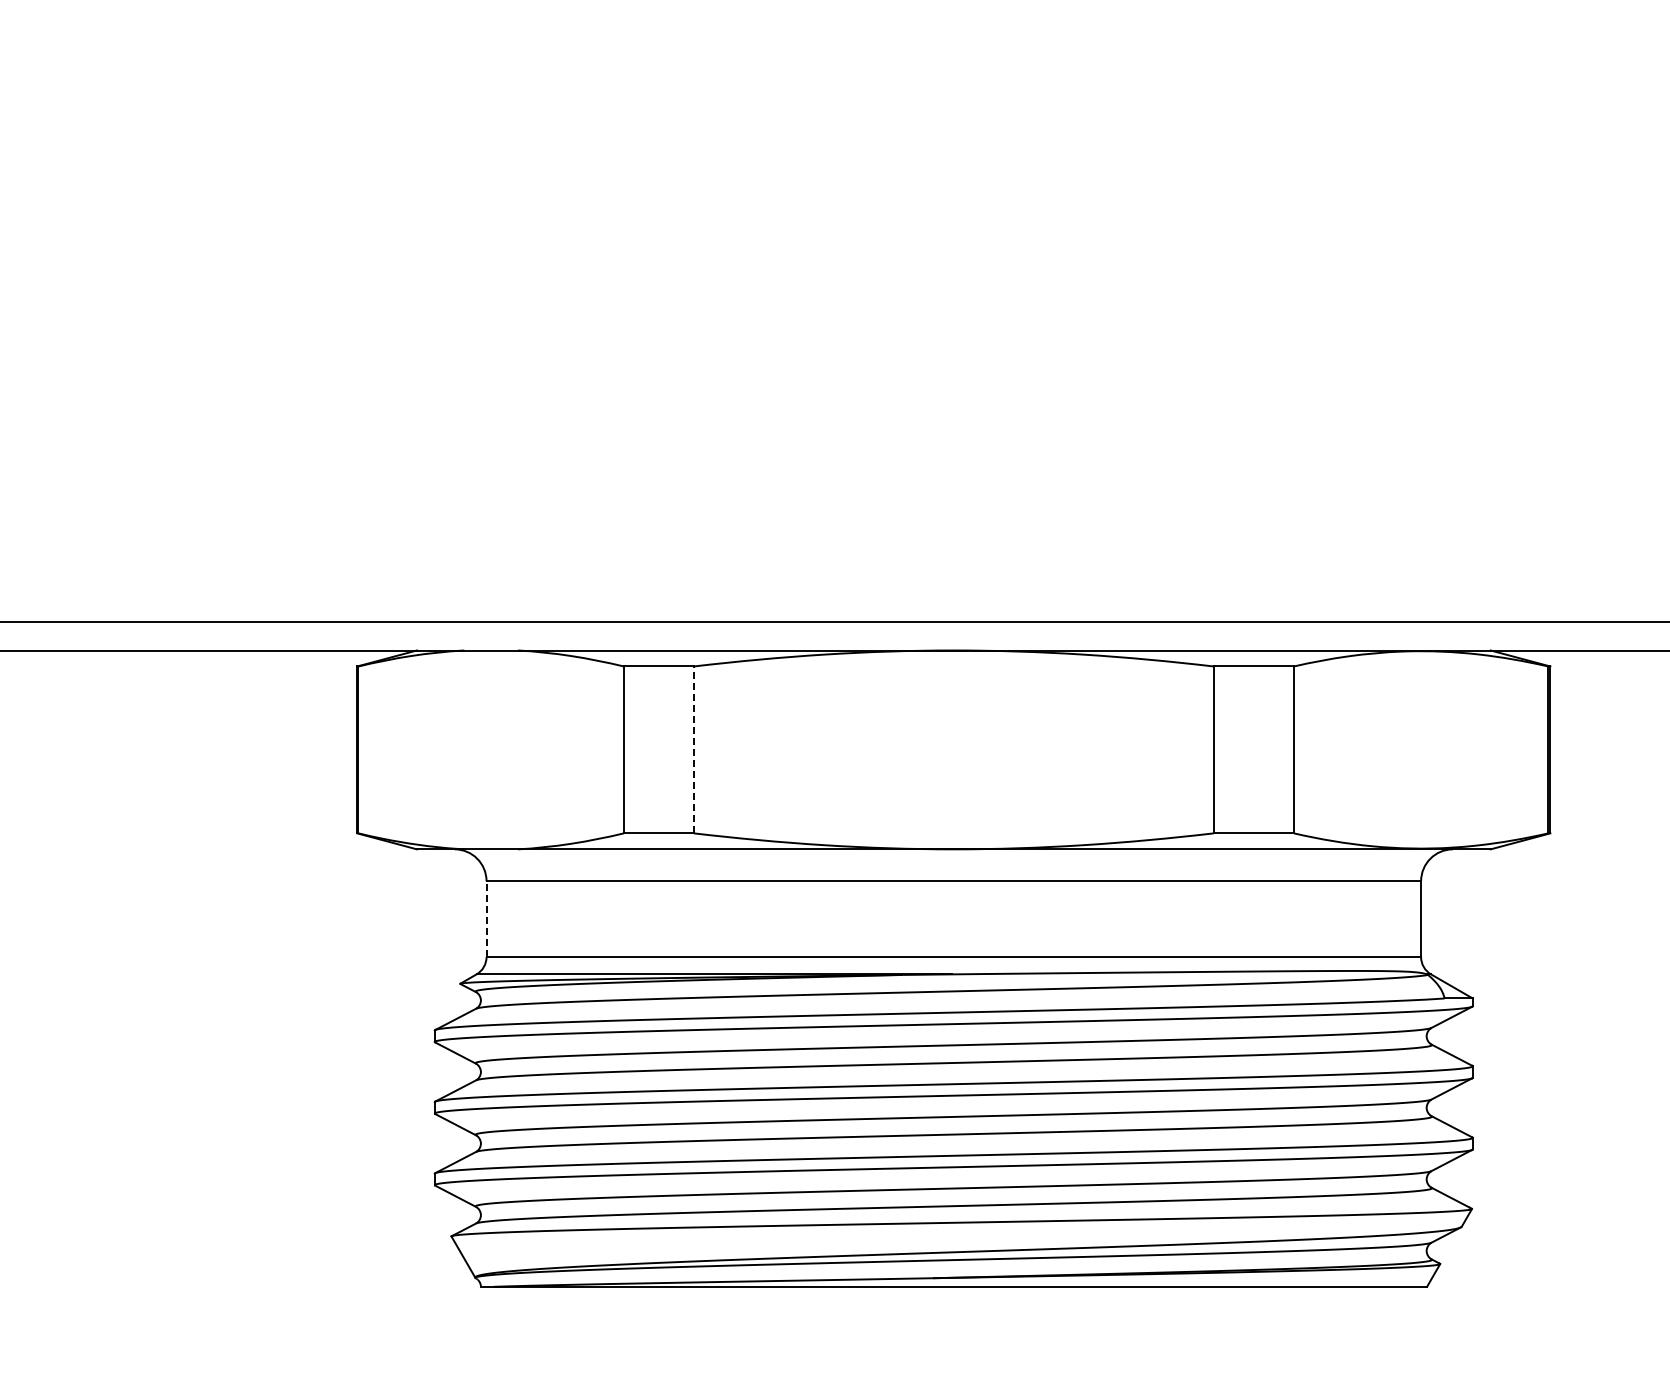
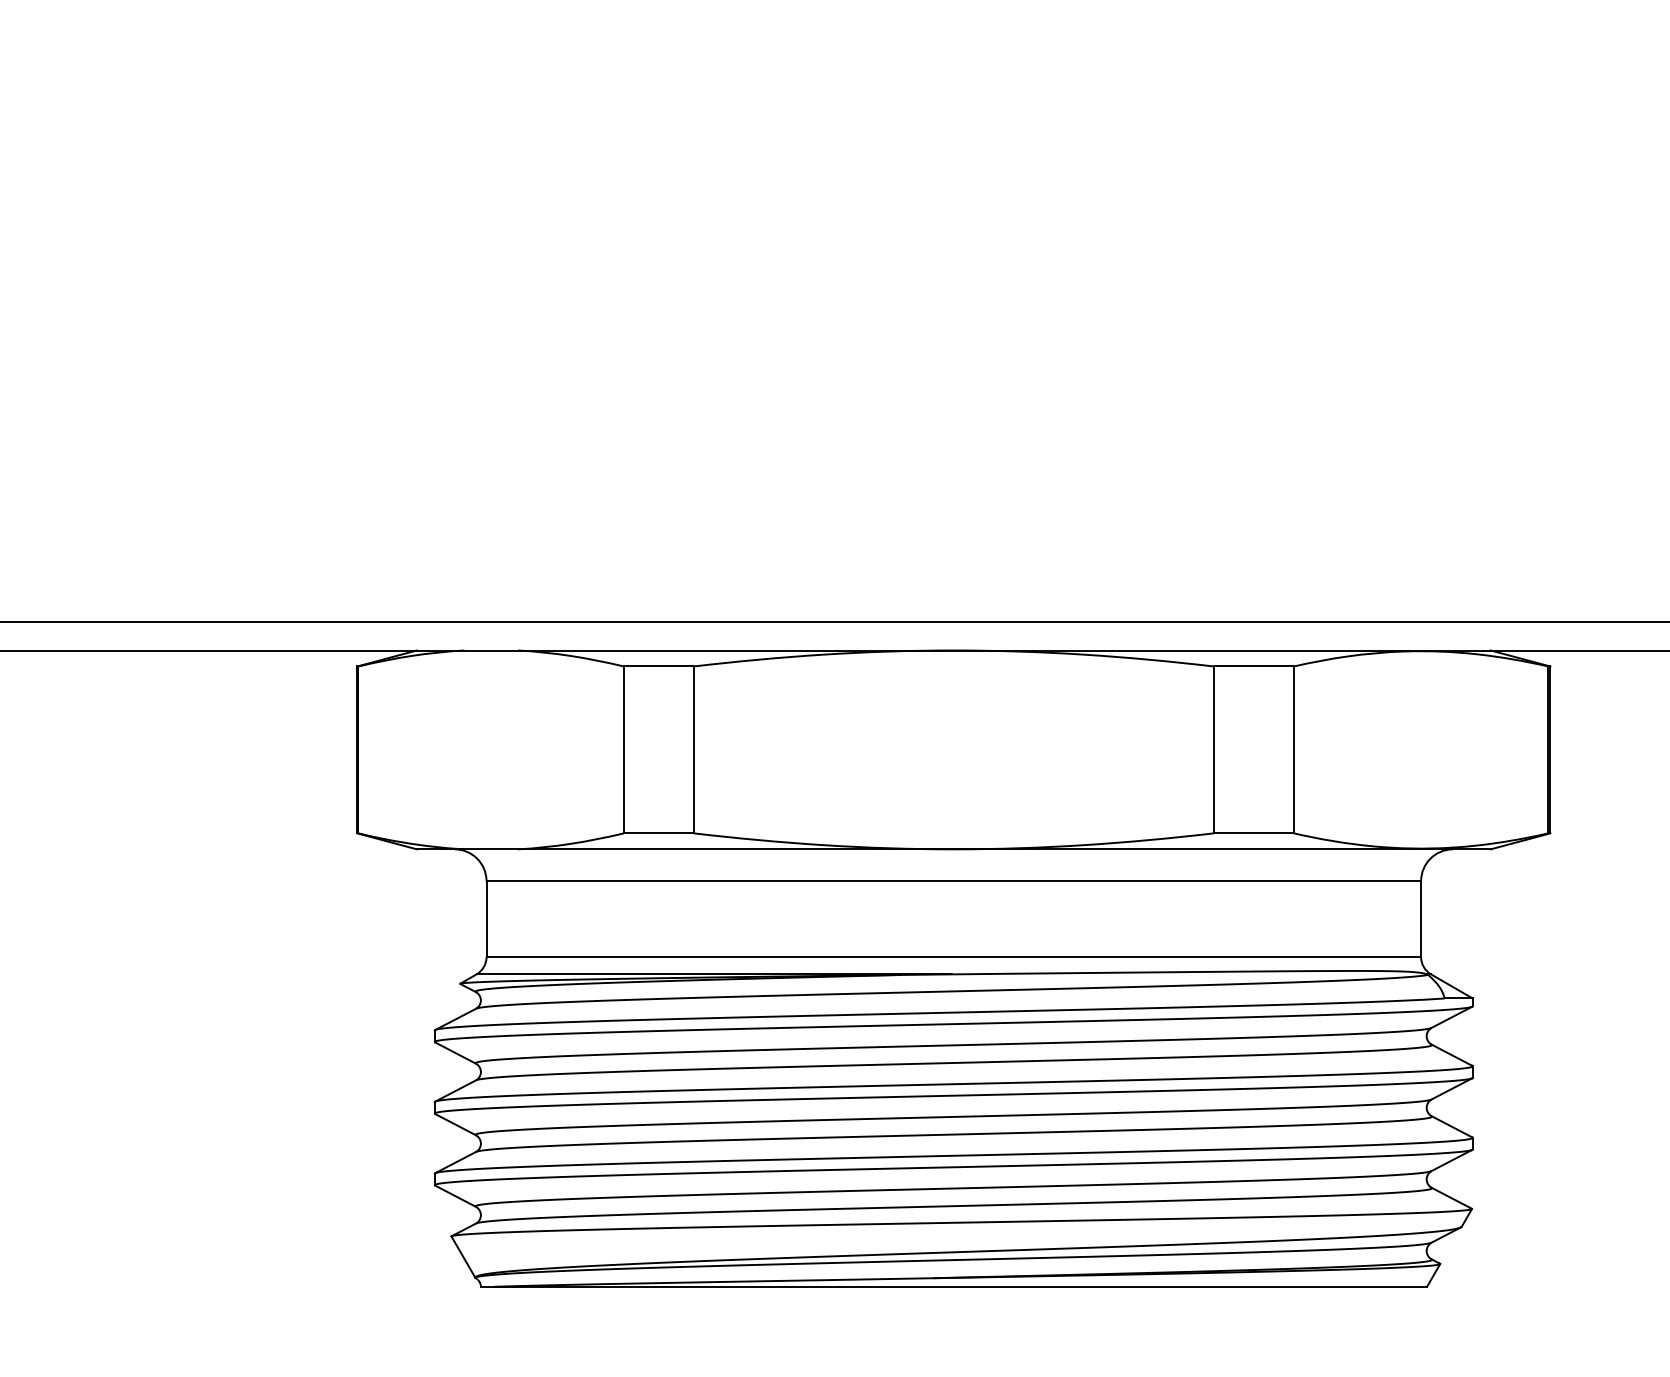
line at (693, 749): dashed -> solid
line at (486, 918): dashed -> solid
